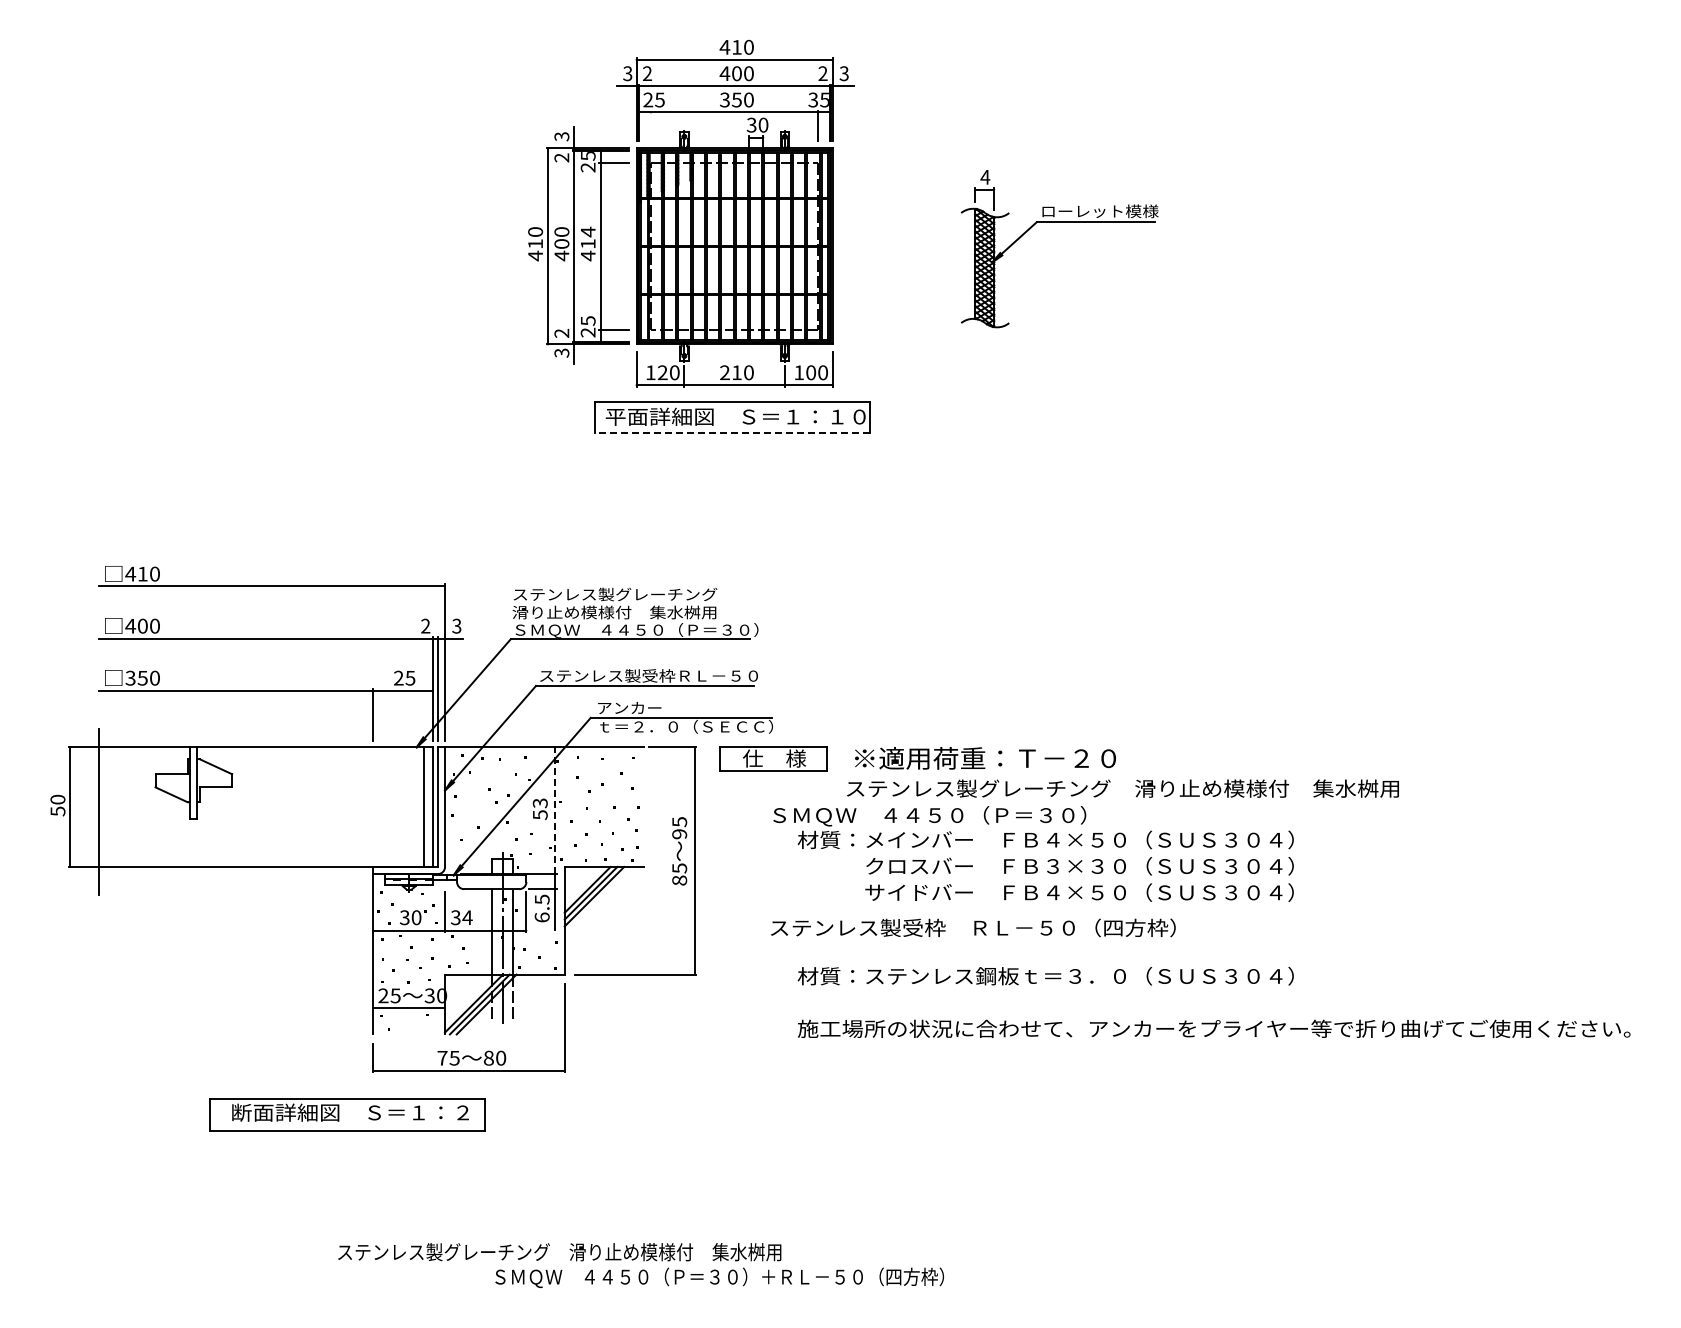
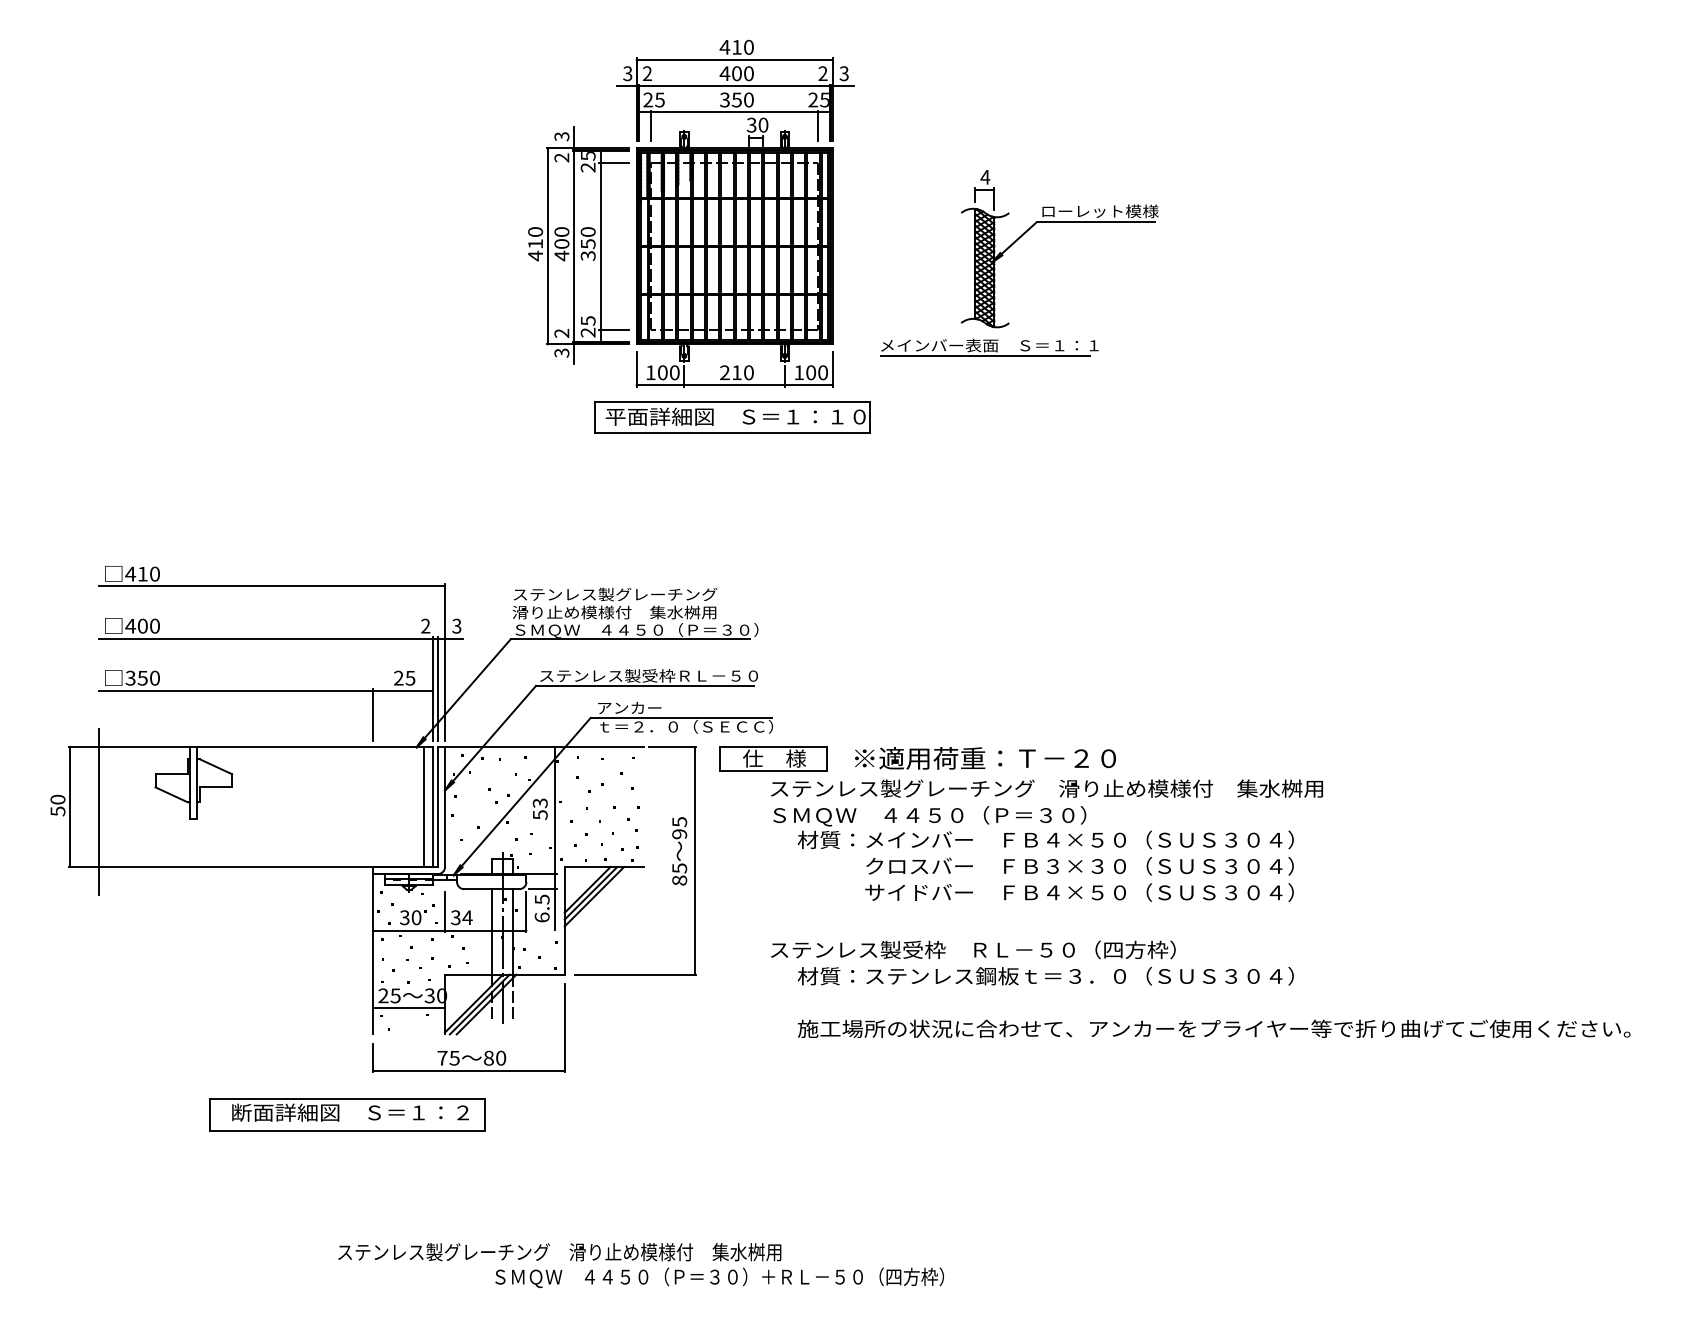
text at (813, 100): 35 -> 25
line at (650, 125): none -> present
text at (587, 243): 414 -> 350
part at (989, 347): none -> present
text at (662, 372): 120 -> 100
line at (732, 433): dashed -> solid
text at (1122, 788) position: (1122, 788) -> (1046, 788)
line at (555, 810): dashed -> solid
text at (973, 927) position: (973, 927) -> (973, 949)
